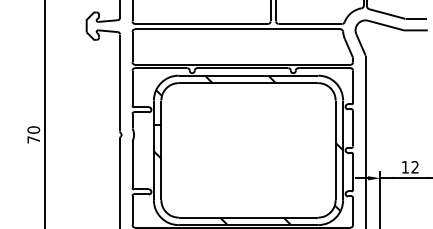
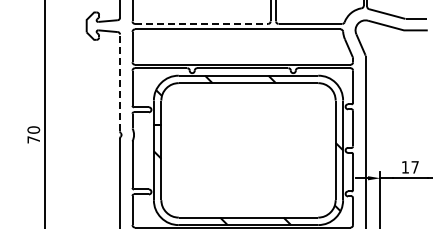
line at (201, 23): solid -> dashed
line at (120, 82): solid -> dashed
text at (414, 167): 12 -> 17
